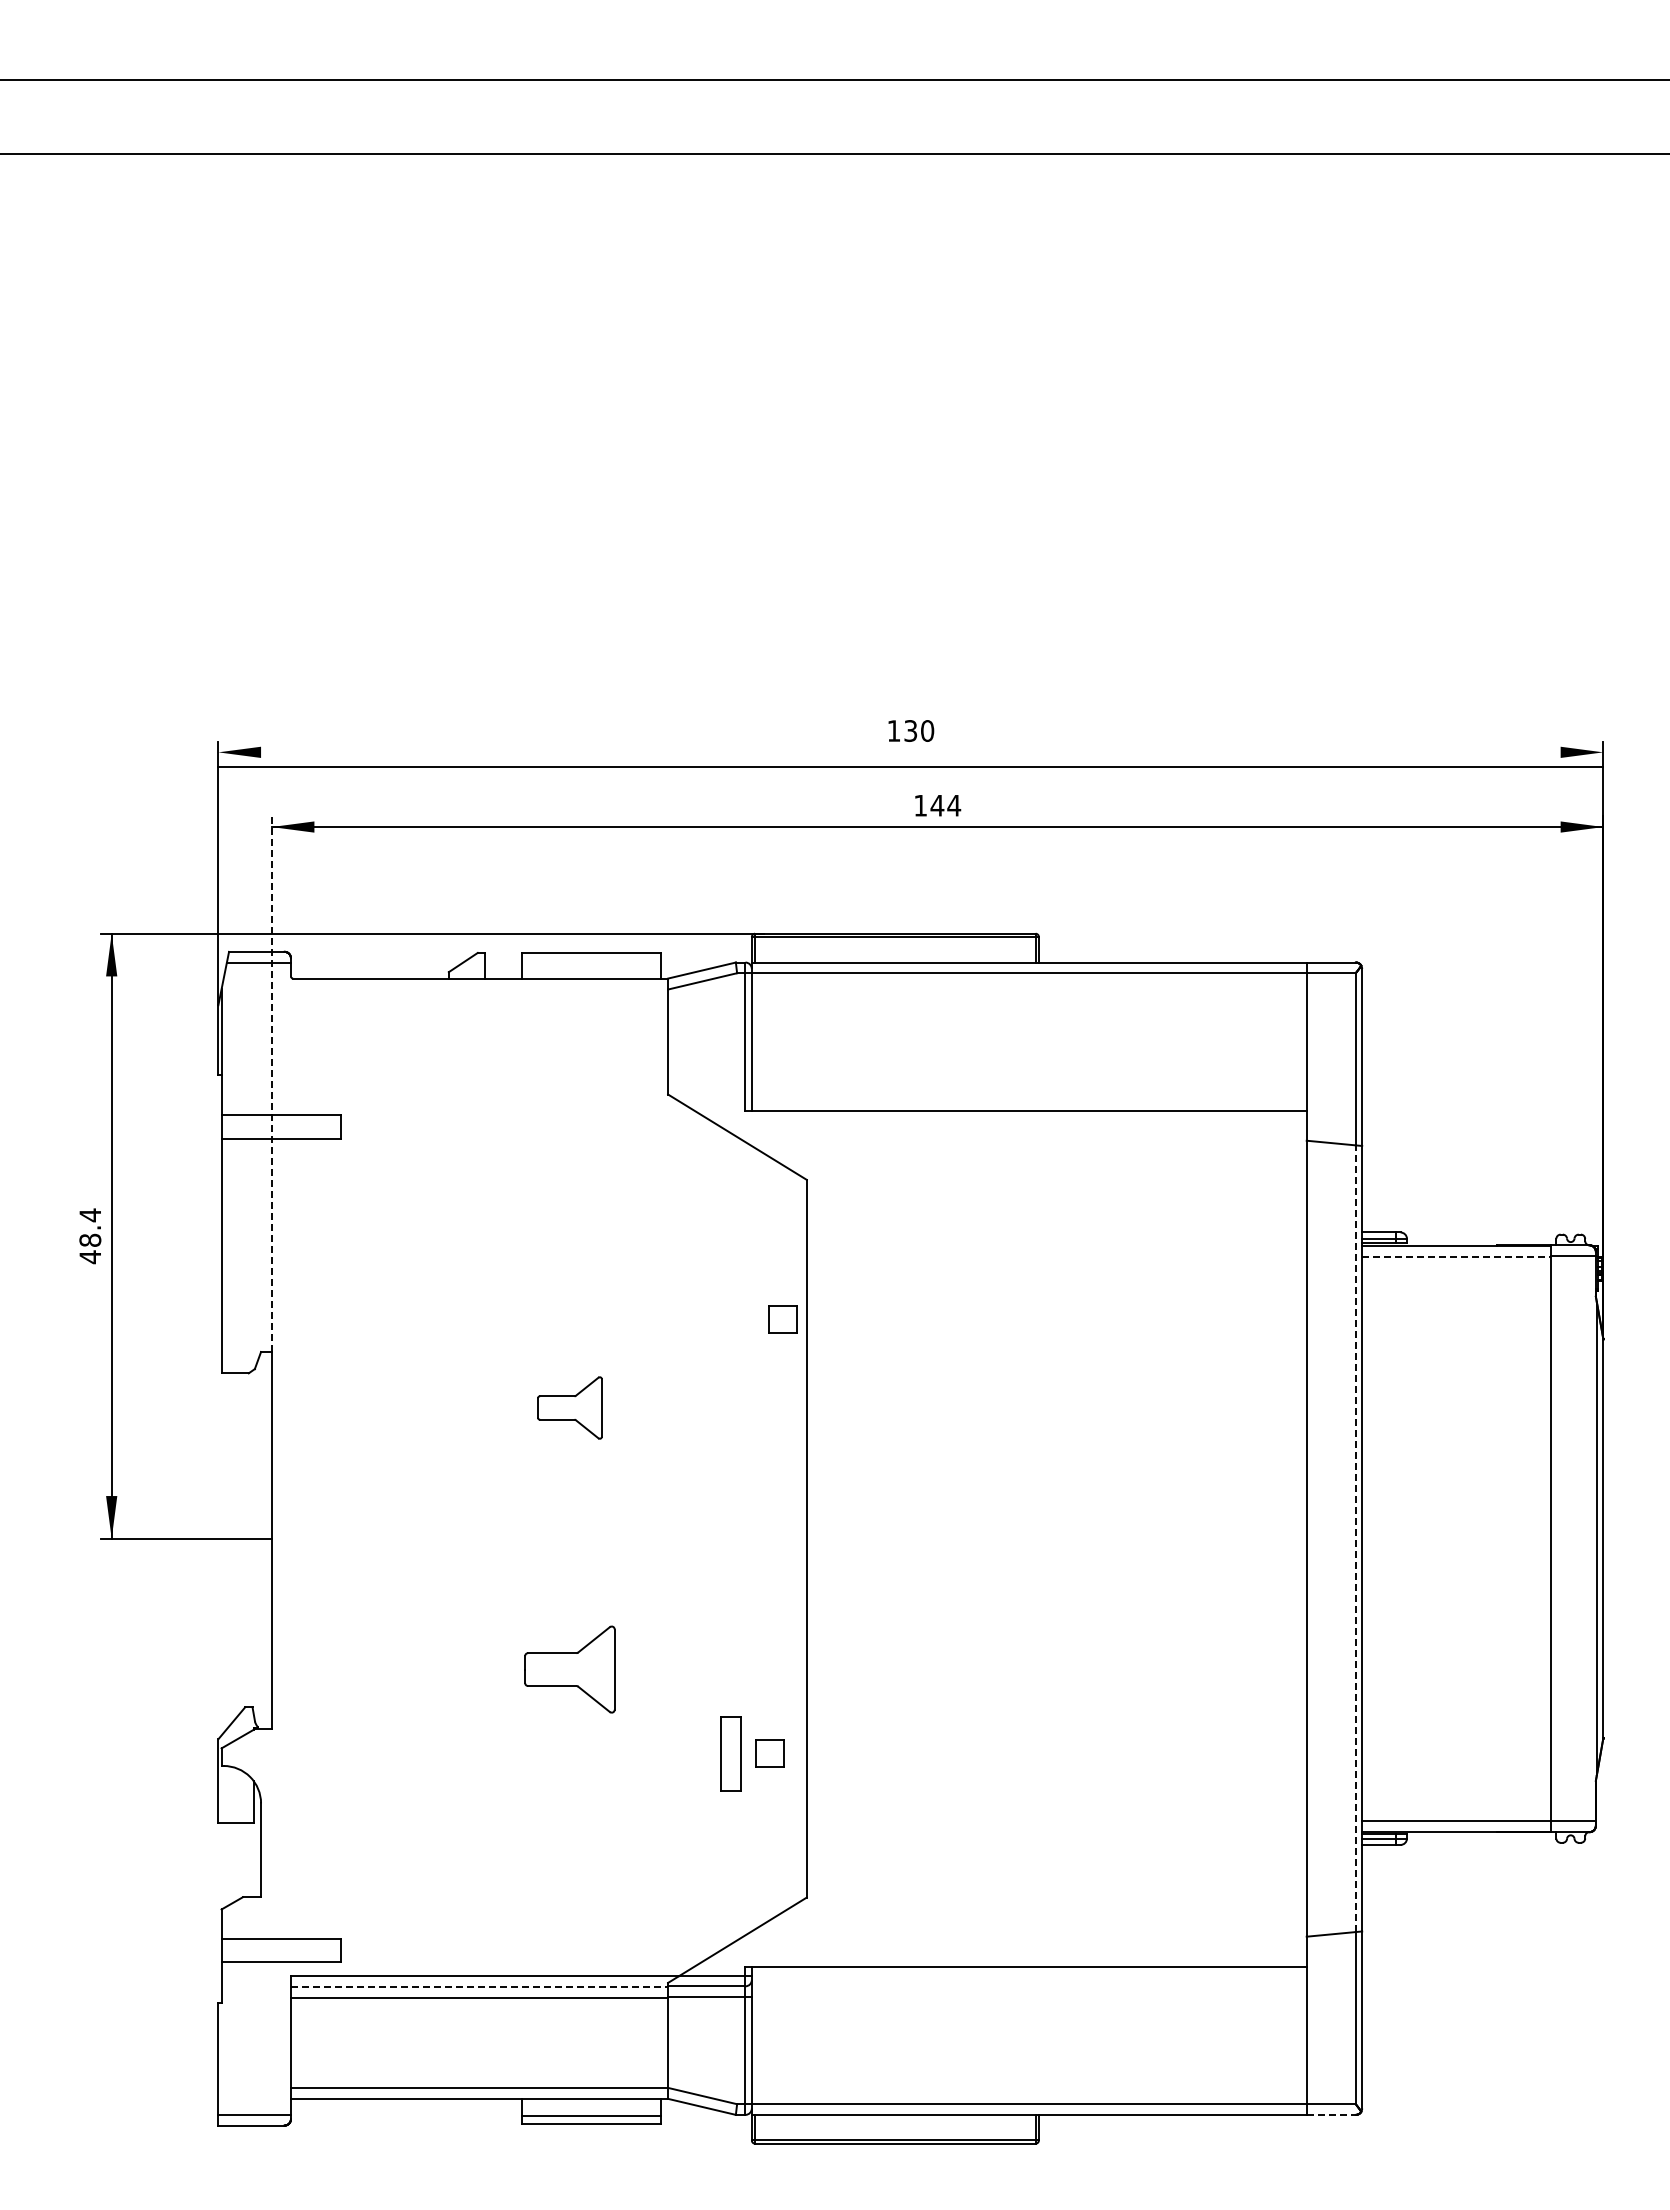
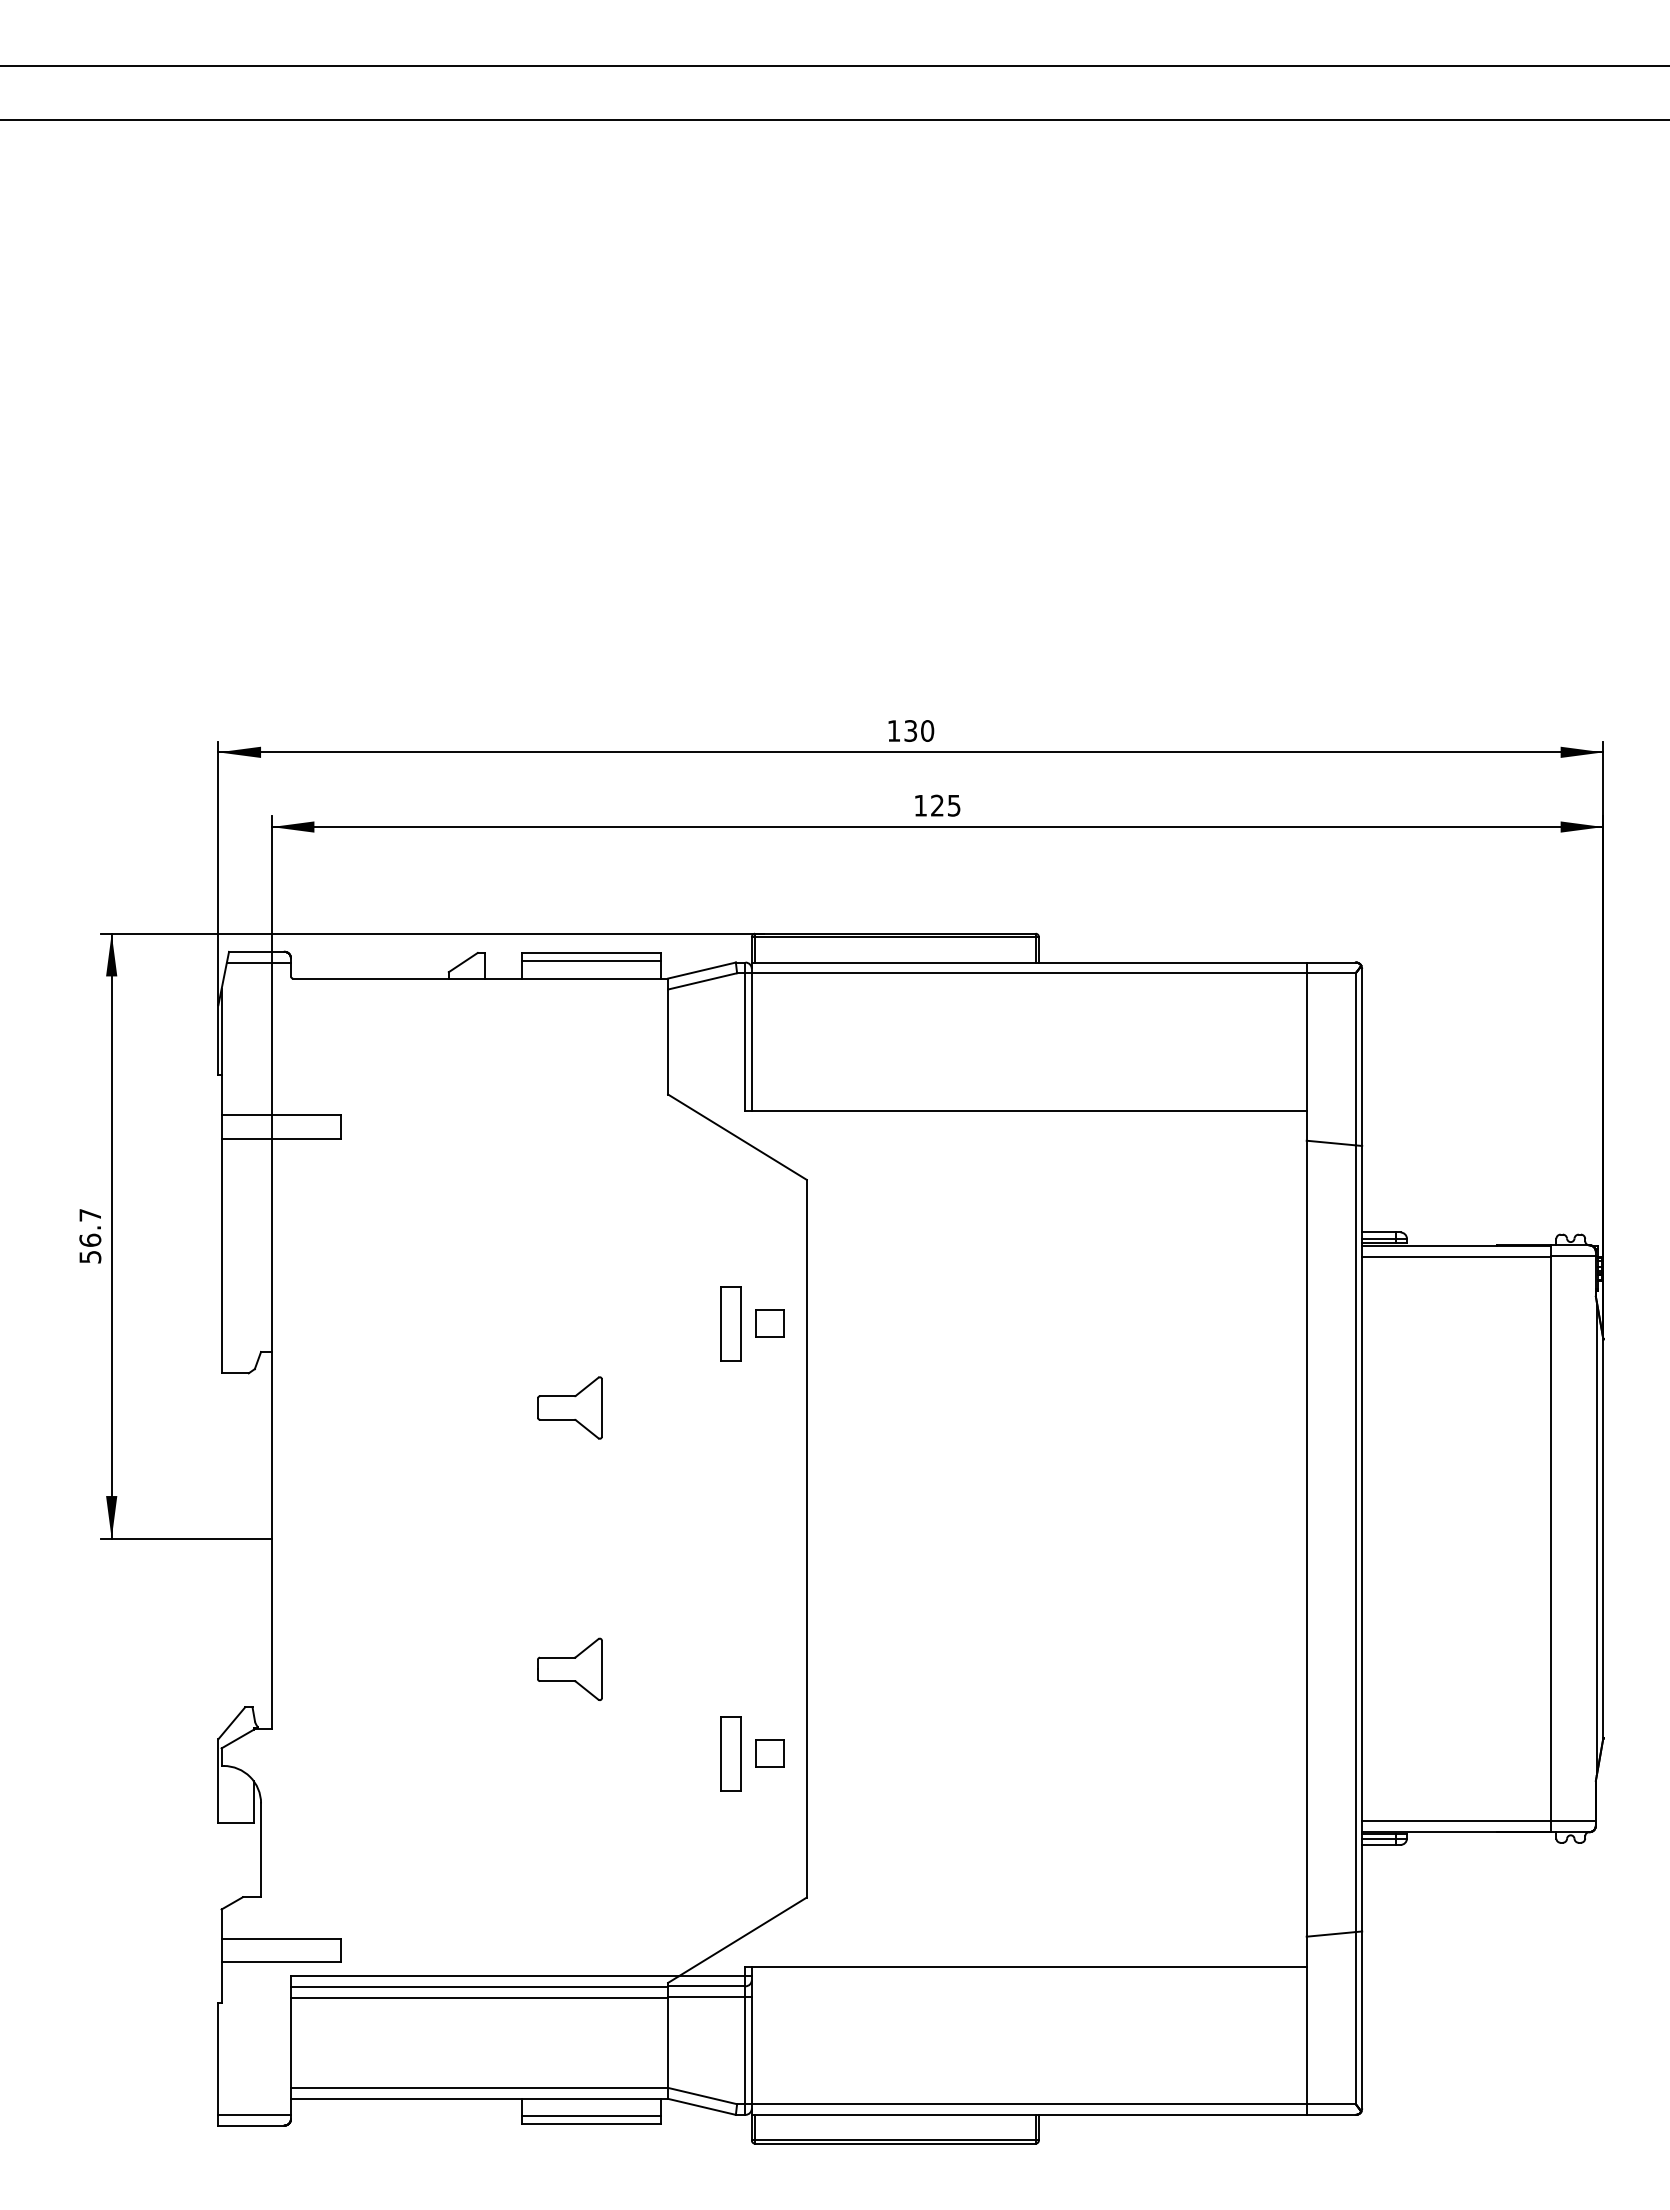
line at (834, 80) position: (834, 80) -> (834, 66)
line at (834, 153) position: (834, 153) -> (834, 119)
line at (910, 767) position: (910, 767) -> (910, 752)
text at (945, 805): 144 -> 125
line at (591, 960): none -> present
line at (271, 1084): dashed -> solid
text at (90, 1236): 48.4 -> 56.7
line at (1456, 1256): dashed -> solid
part at (782, 1319) position: (782, 1319) -> (769, 1323)
part at (730, 1323): none -> present
line at (1355, 1538): dashed -> solid
part at (569, 1669) size: 92x89 px -> 66x64 px
line at (479, 1986): dashed -> solid
line at (1331, 2114): dashed -> solid
